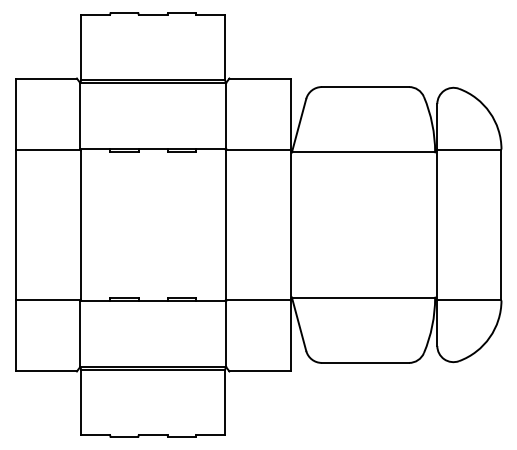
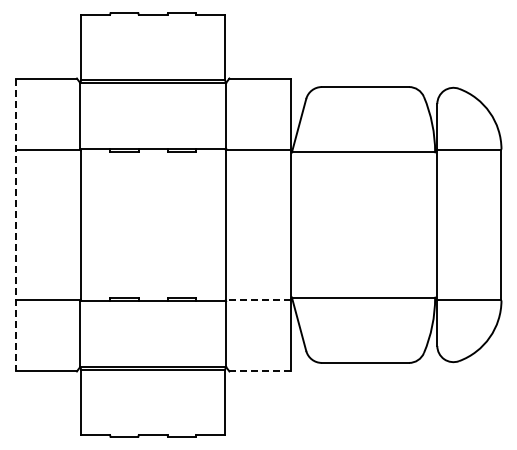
line at (15, 225): solid -> dashed
line at (258, 300): solid -> dashed
line at (260, 371): solid -> dashed
